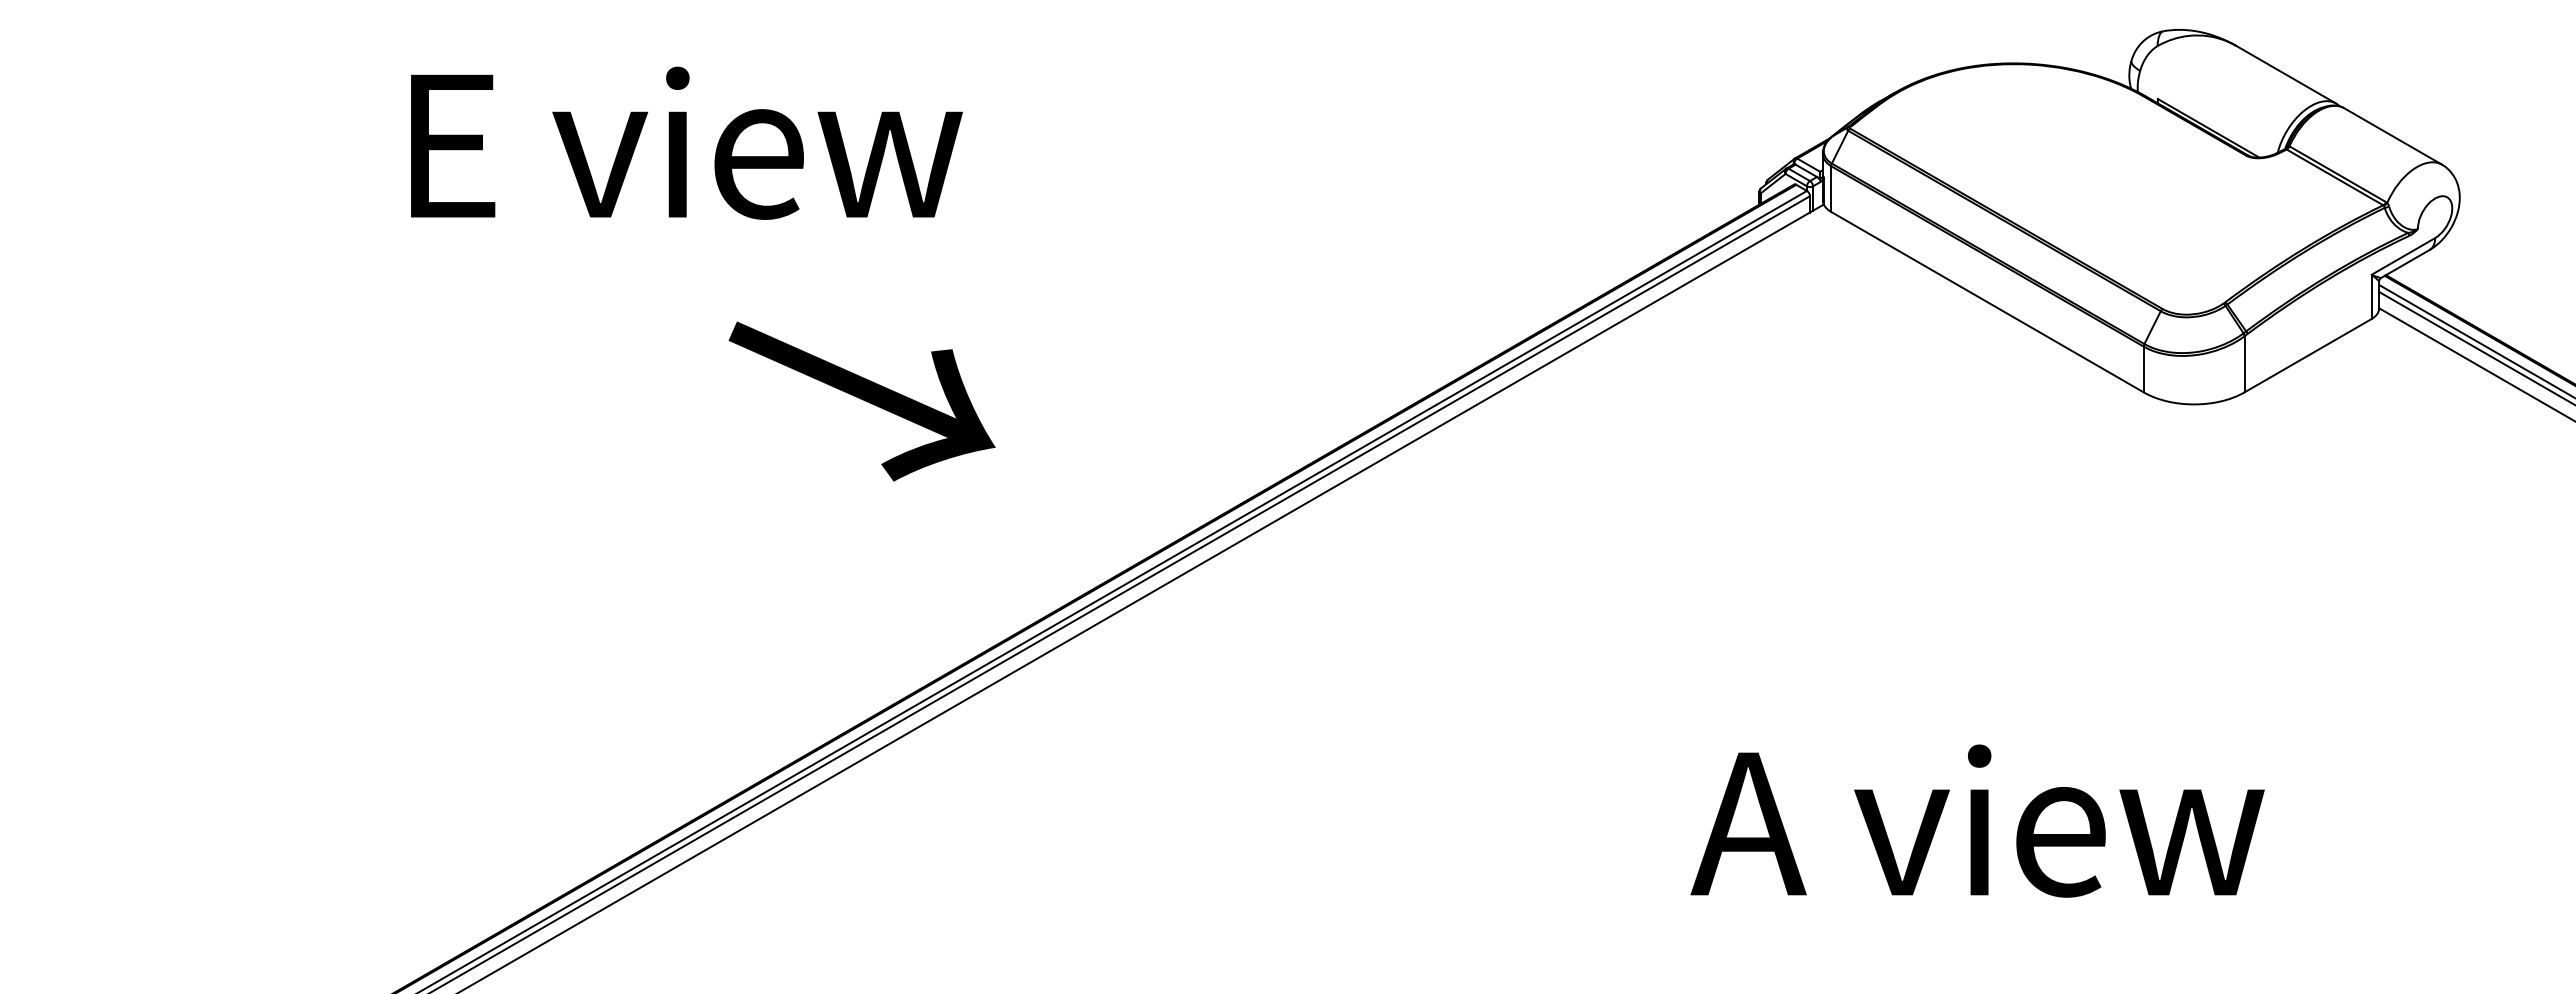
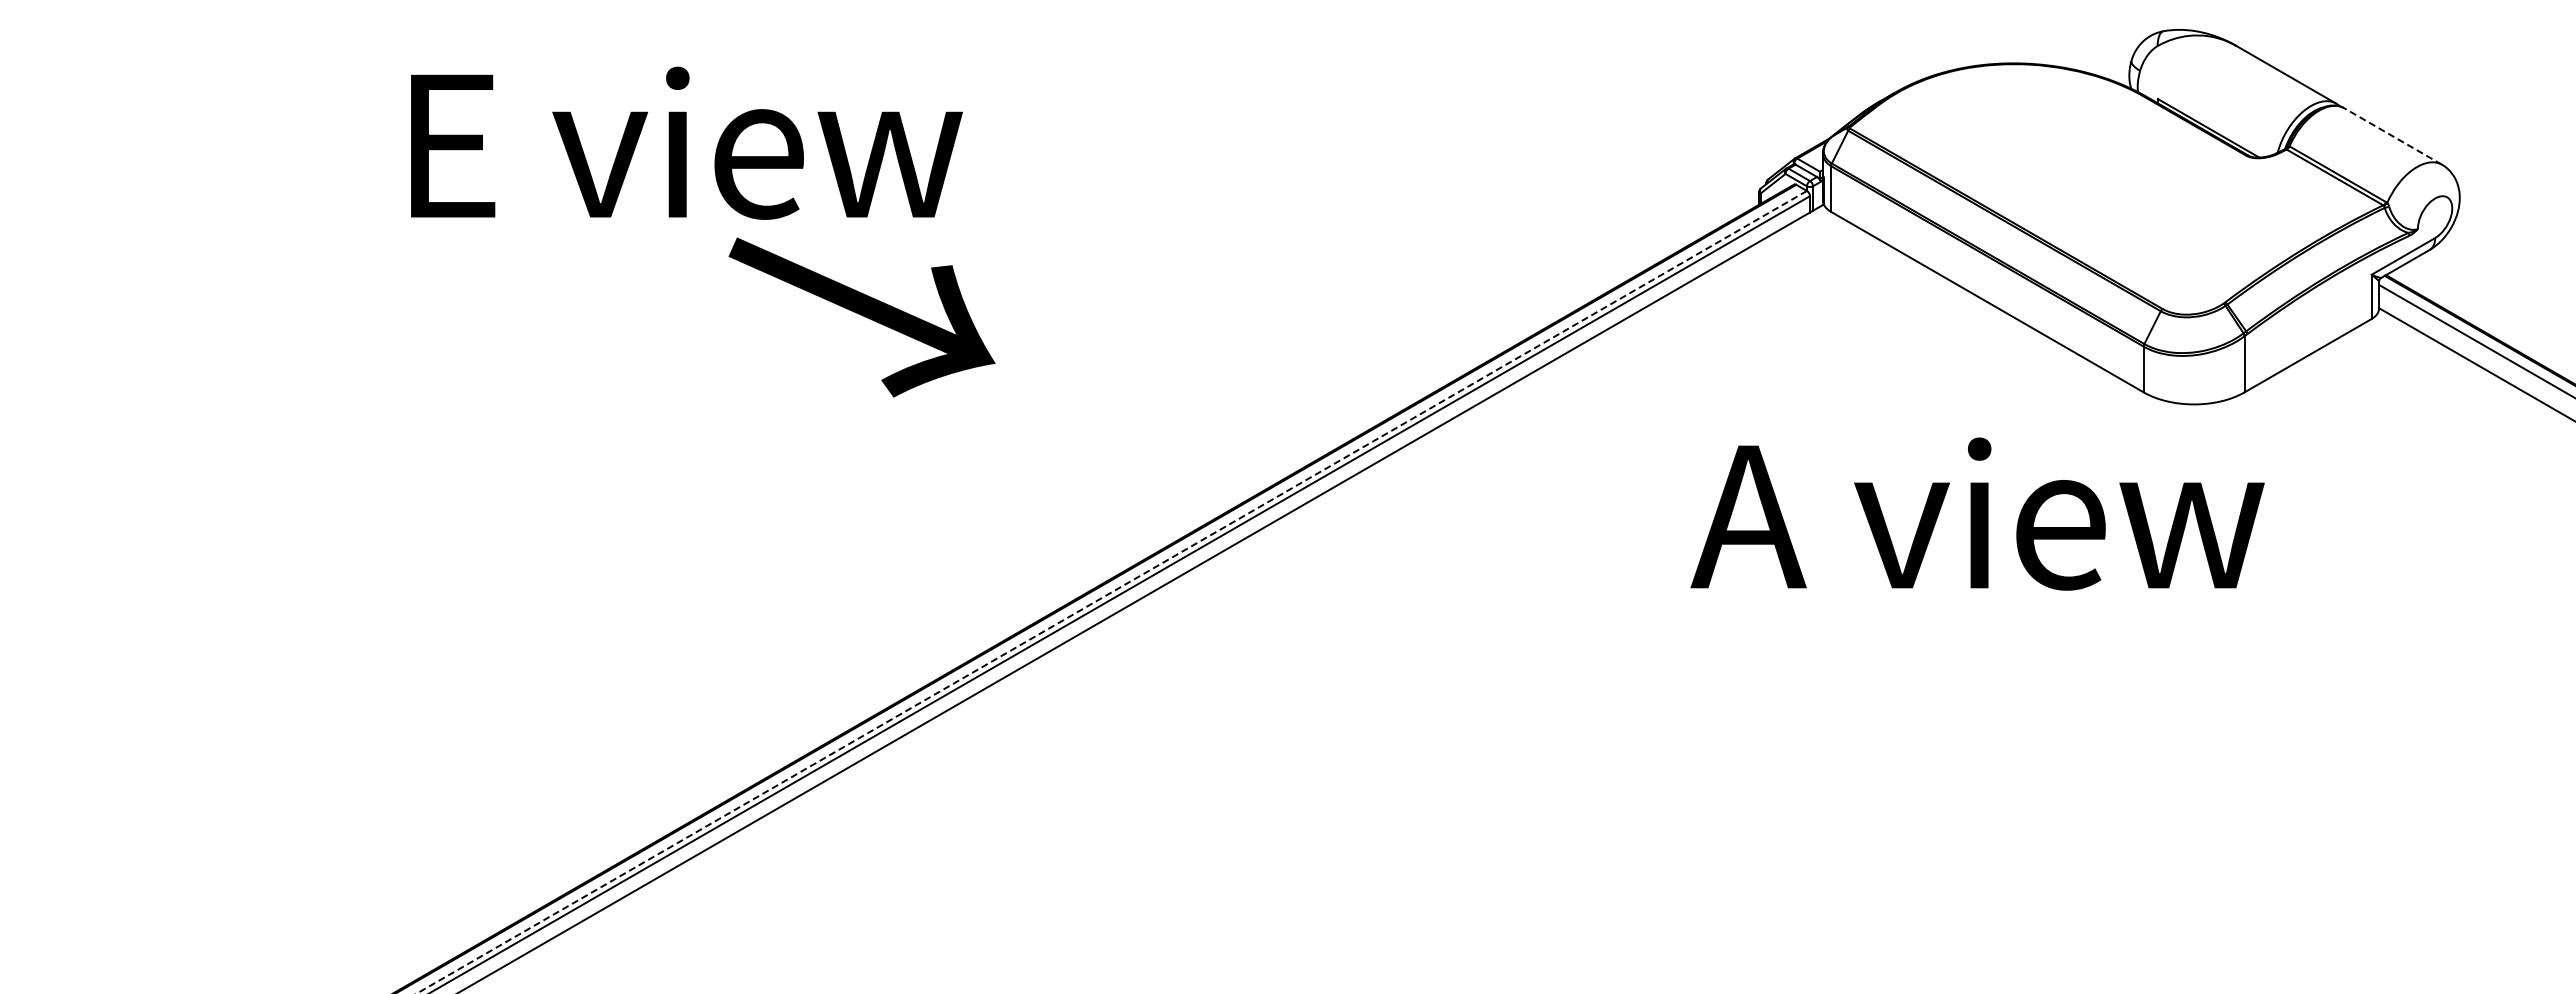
line at (2392, 136): solid -> dashed
line at (2475, 347): present -> none
text at (861, 401) position: (861, 401) -> (861, 317)
line at (1111, 592): solid -> dashed
text at (1977, 820) position: (1977, 820) -> (1977, 513)
